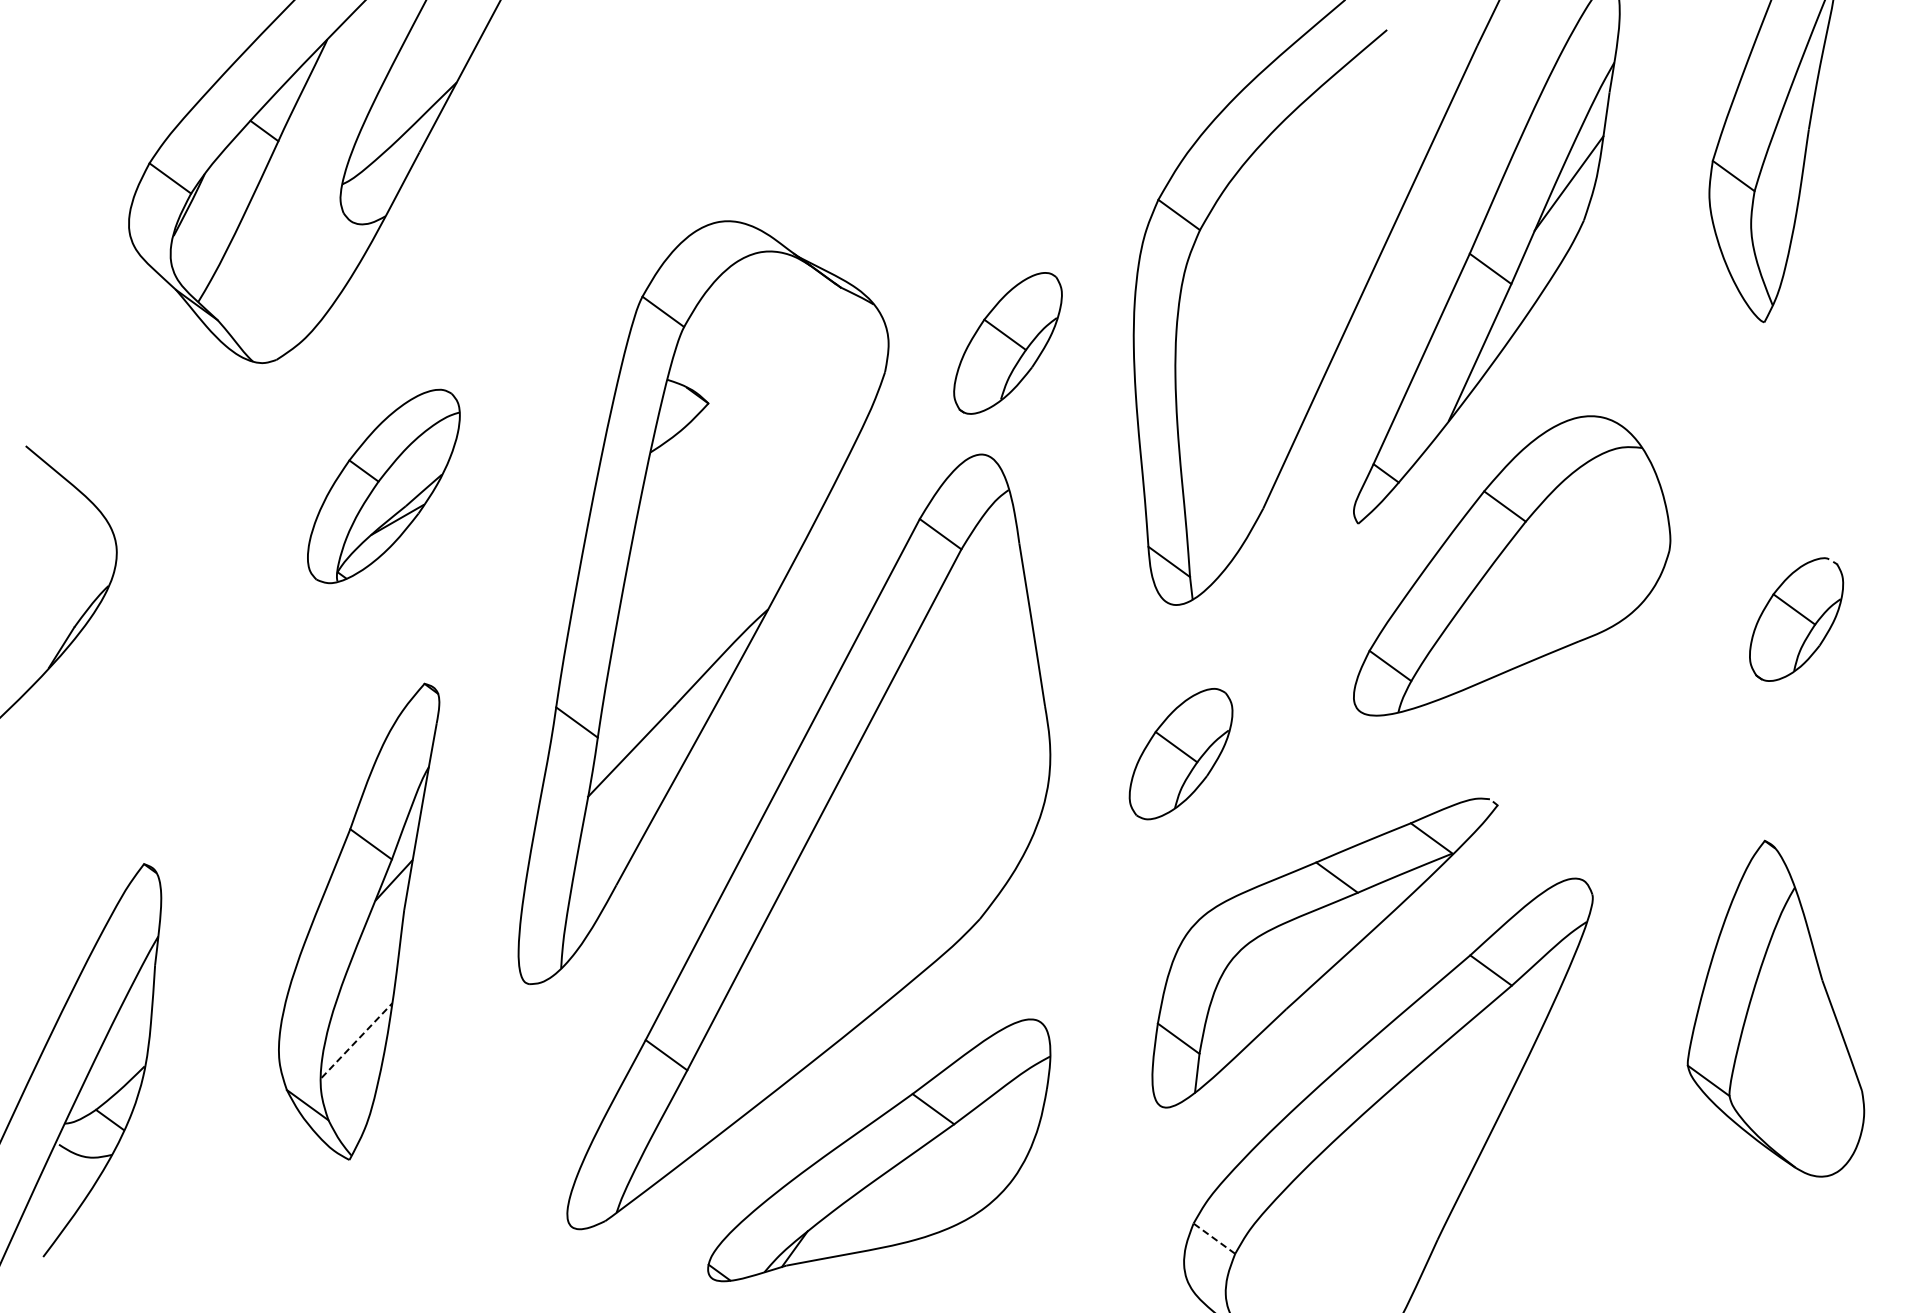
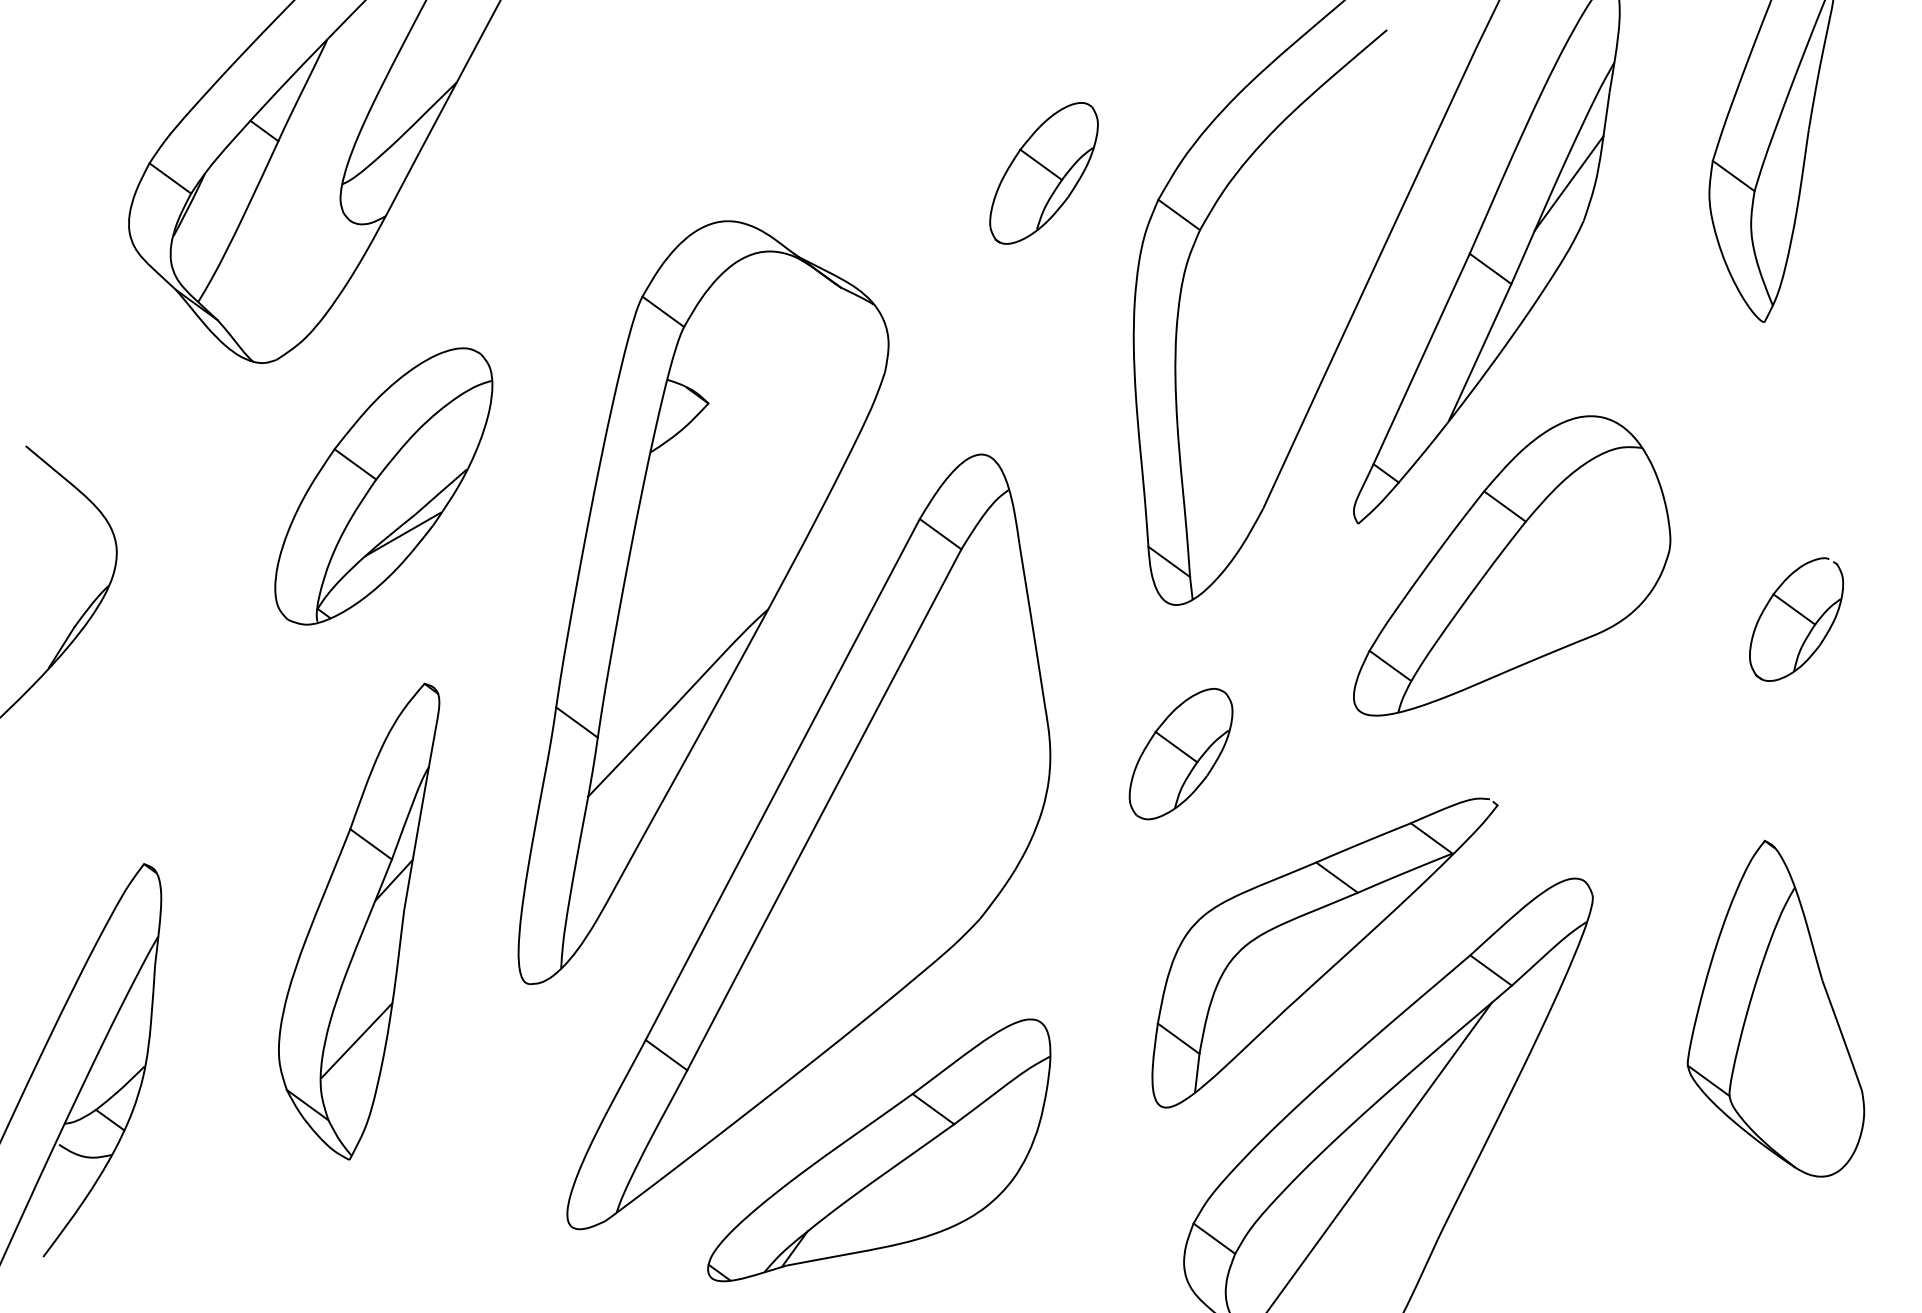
part at (1007, 343) position: (1007, 343) -> (1043, 173)
part at (383, 486) size: 154x197 px -> 220x279 px
line at (357, 1040): dashed -> solid
line at (1379, 1155): none -> present
line at (1214, 1238): dashed -> solid
